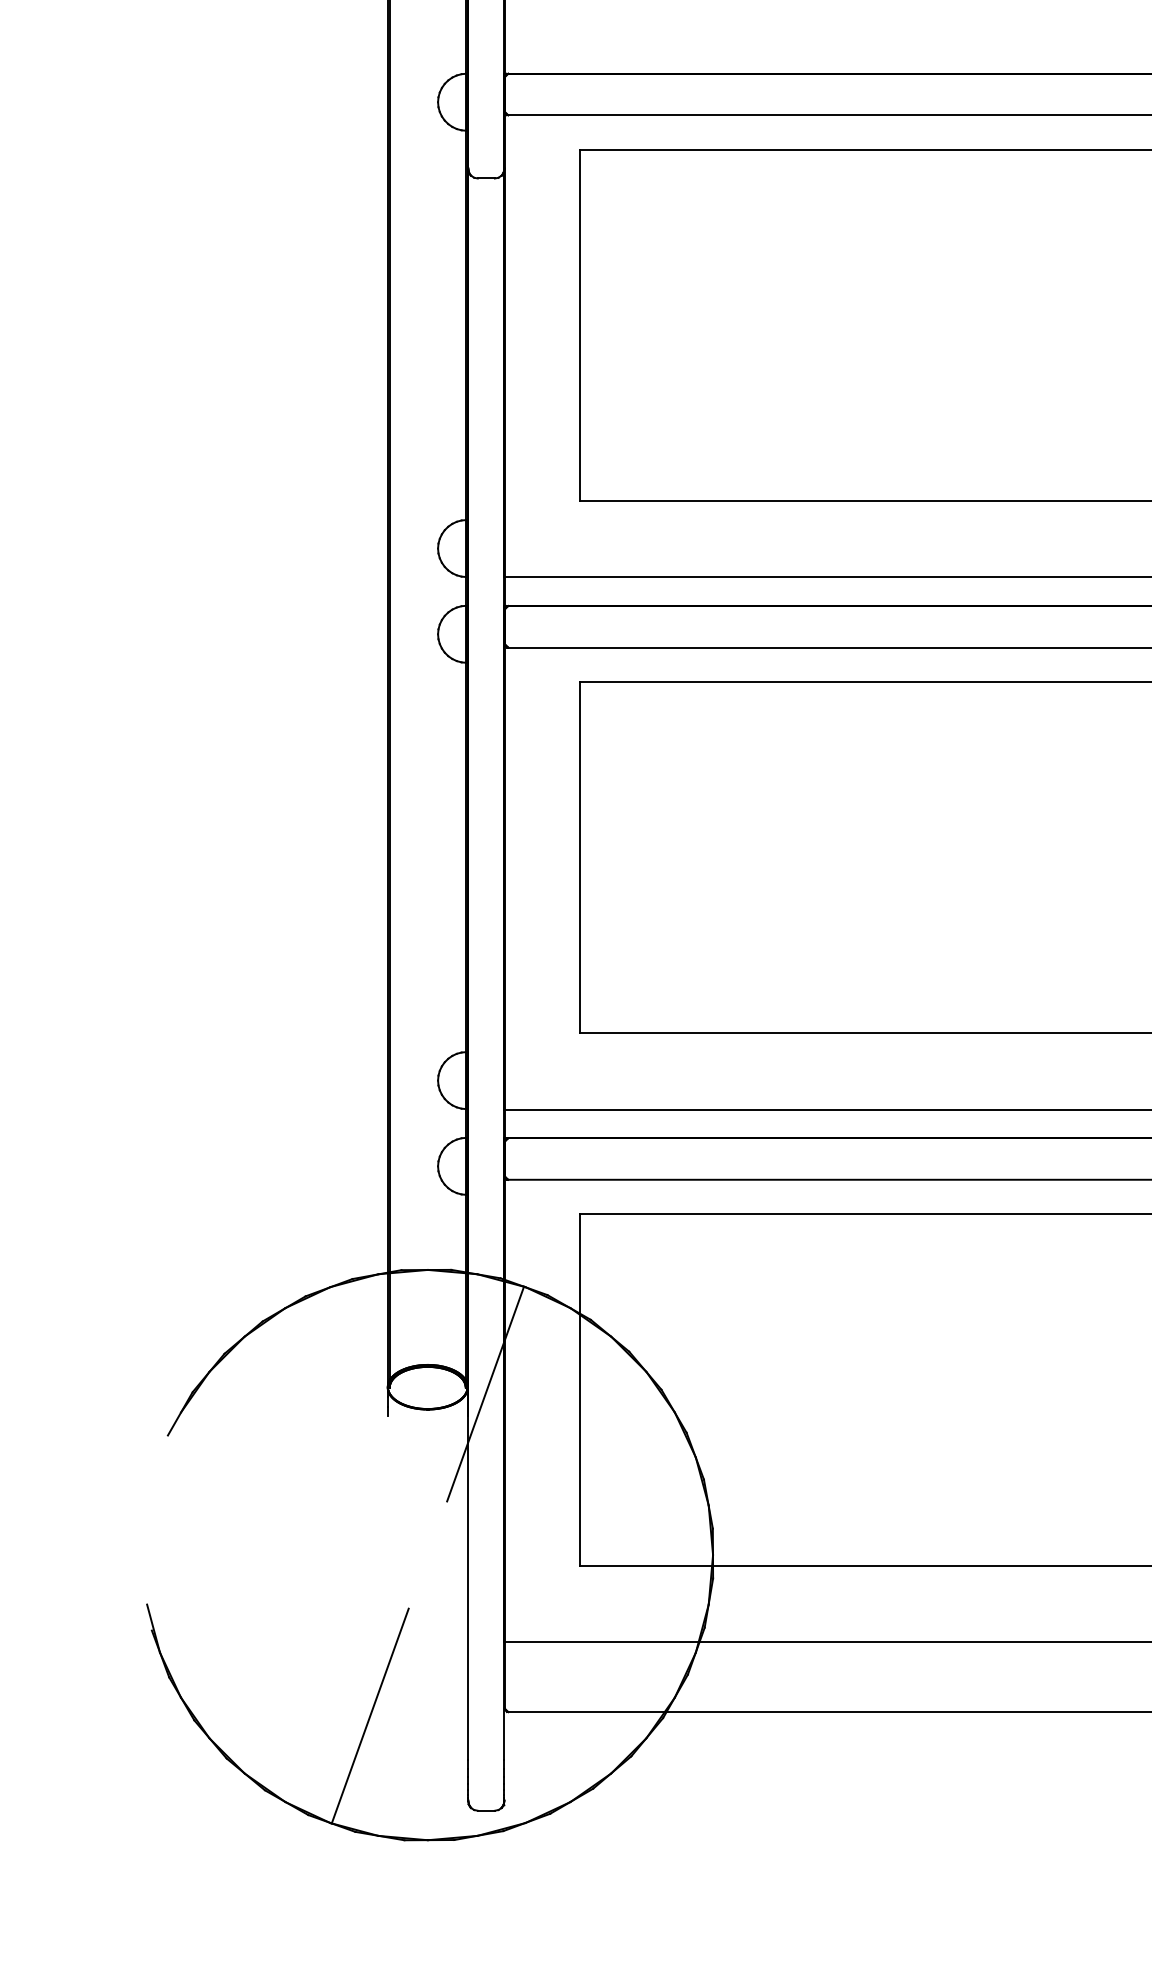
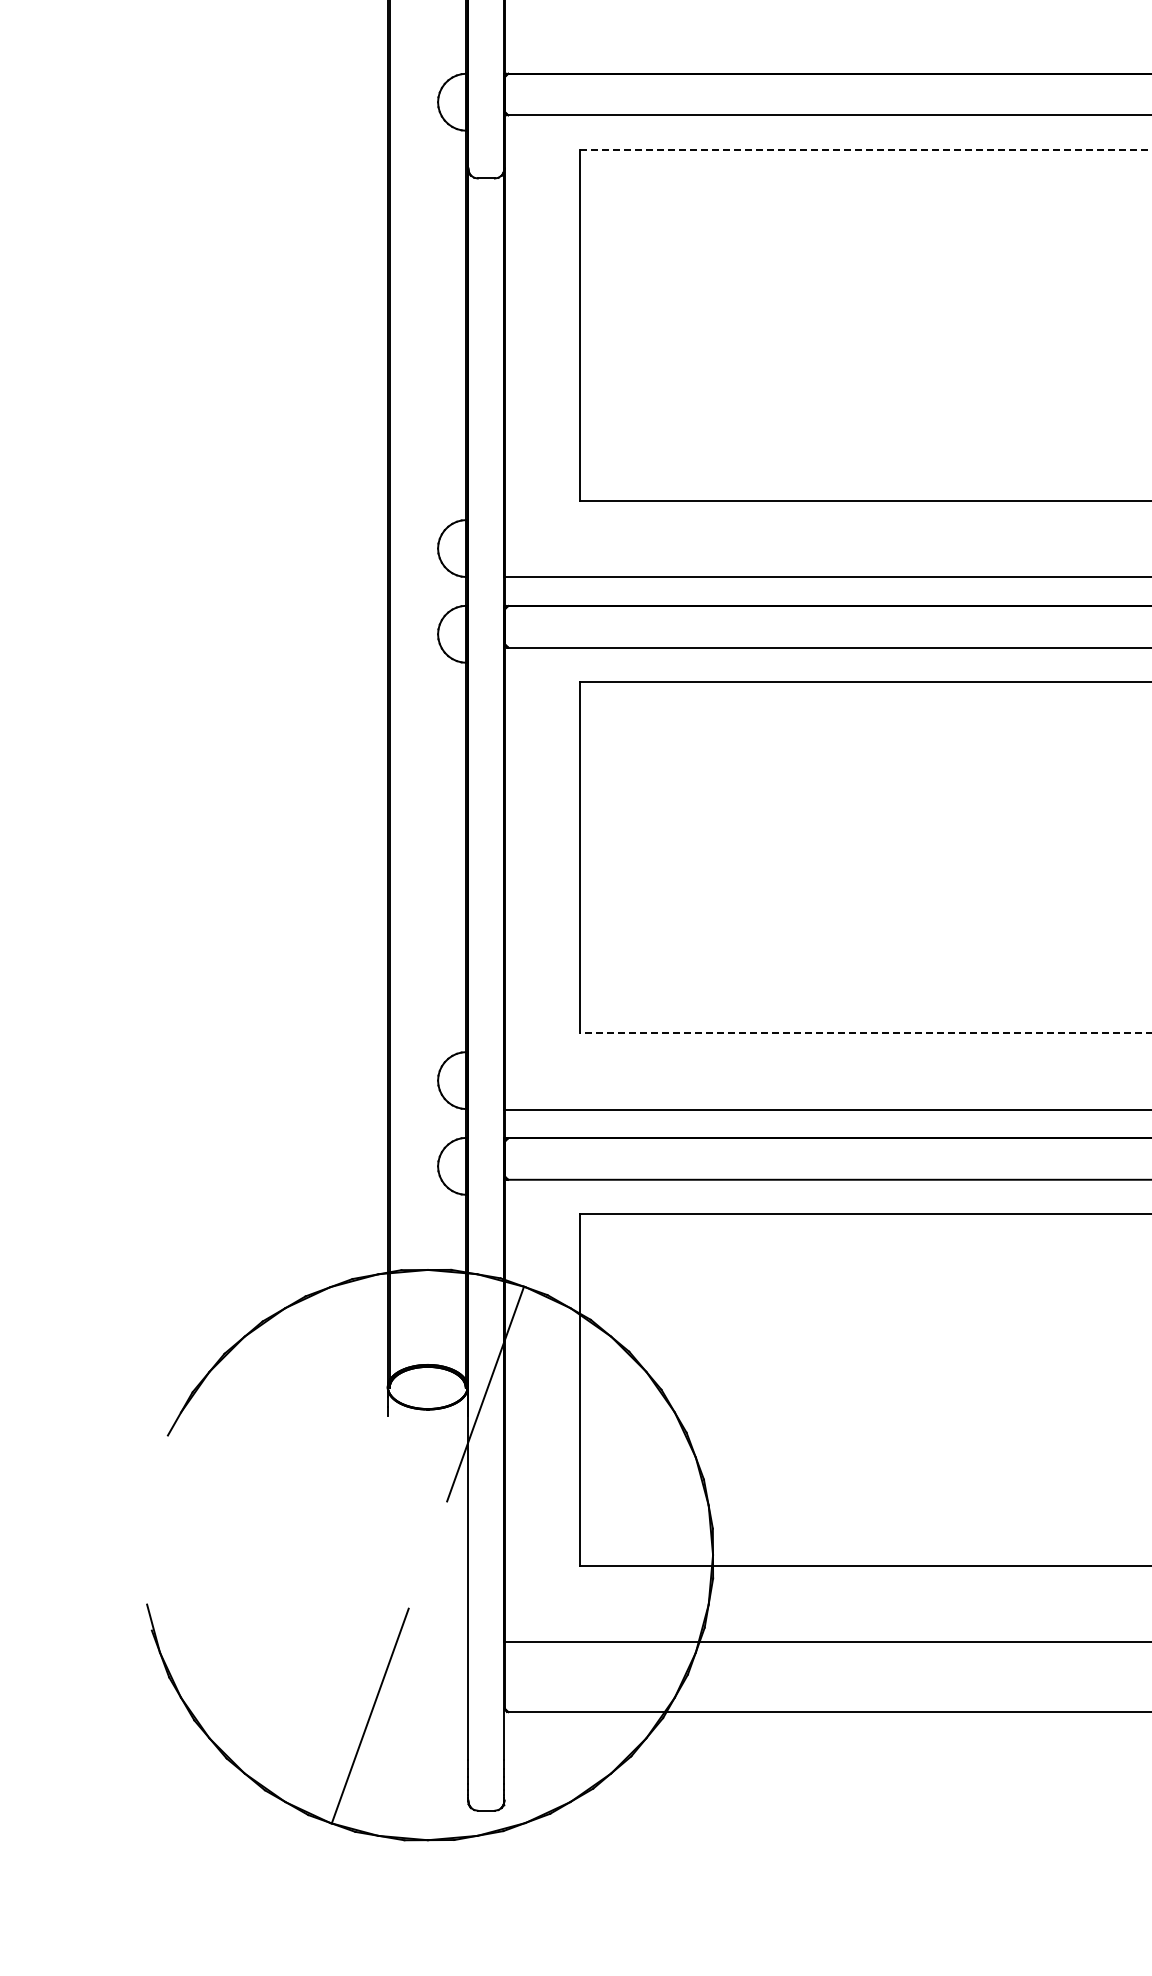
line at (865, 149): solid -> dashed
line at (865, 1033): solid -> dashed
